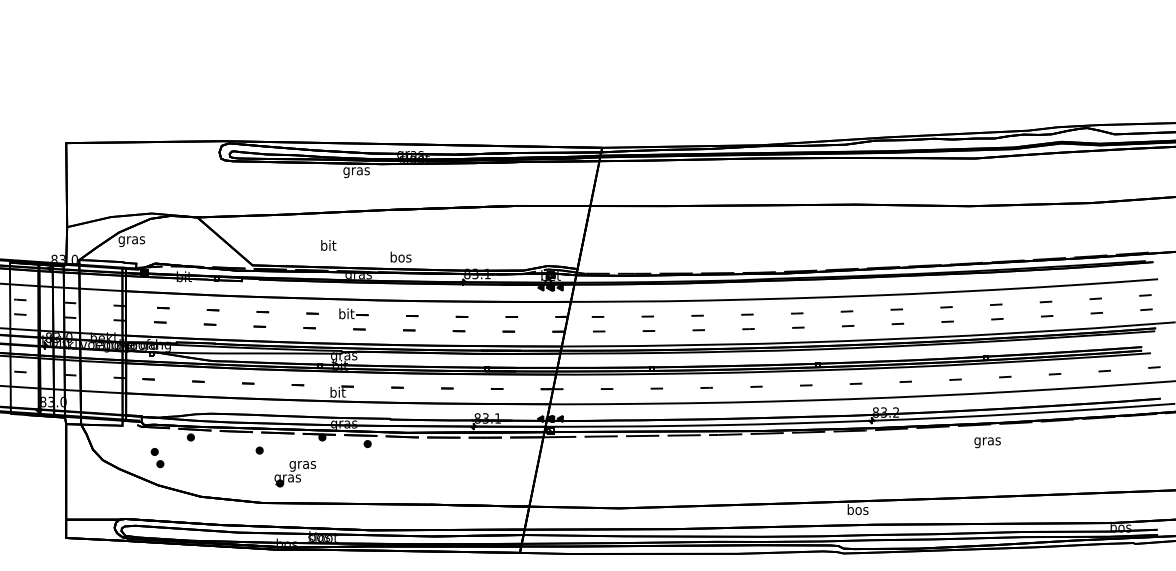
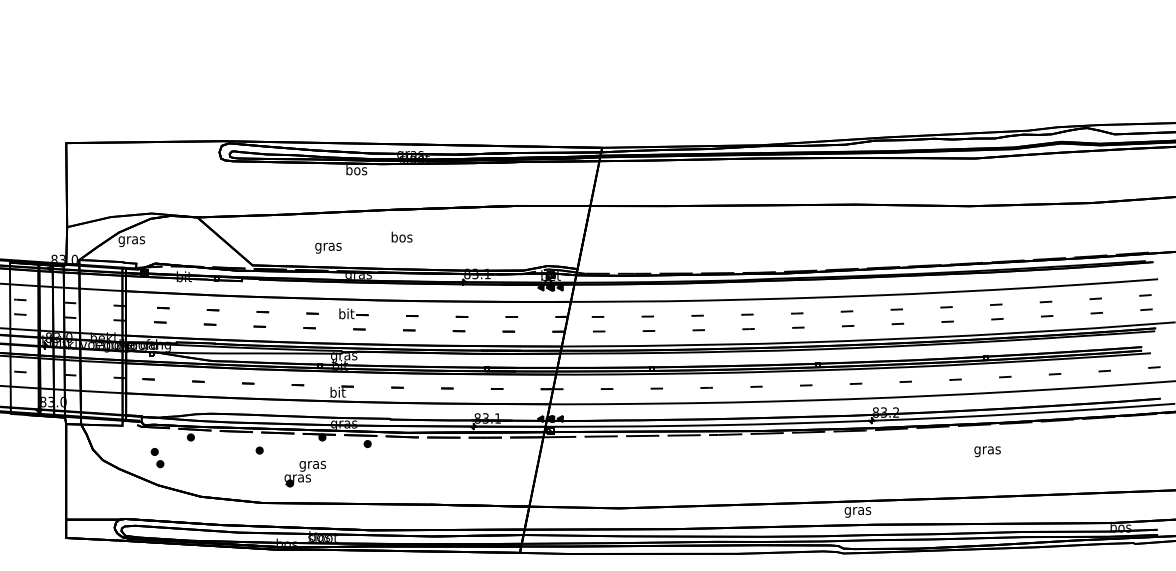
text at (356, 171): gras -> bos
text at (328, 246): bit -> gras
text at (400, 256) position: (400, 256) -> (401, 236)
text at (987, 442) position: (987, 442) -> (987, 451)
part at (294, 474) position: (294, 474) -> (304, 474)
text at (857, 510): bos -> gras
